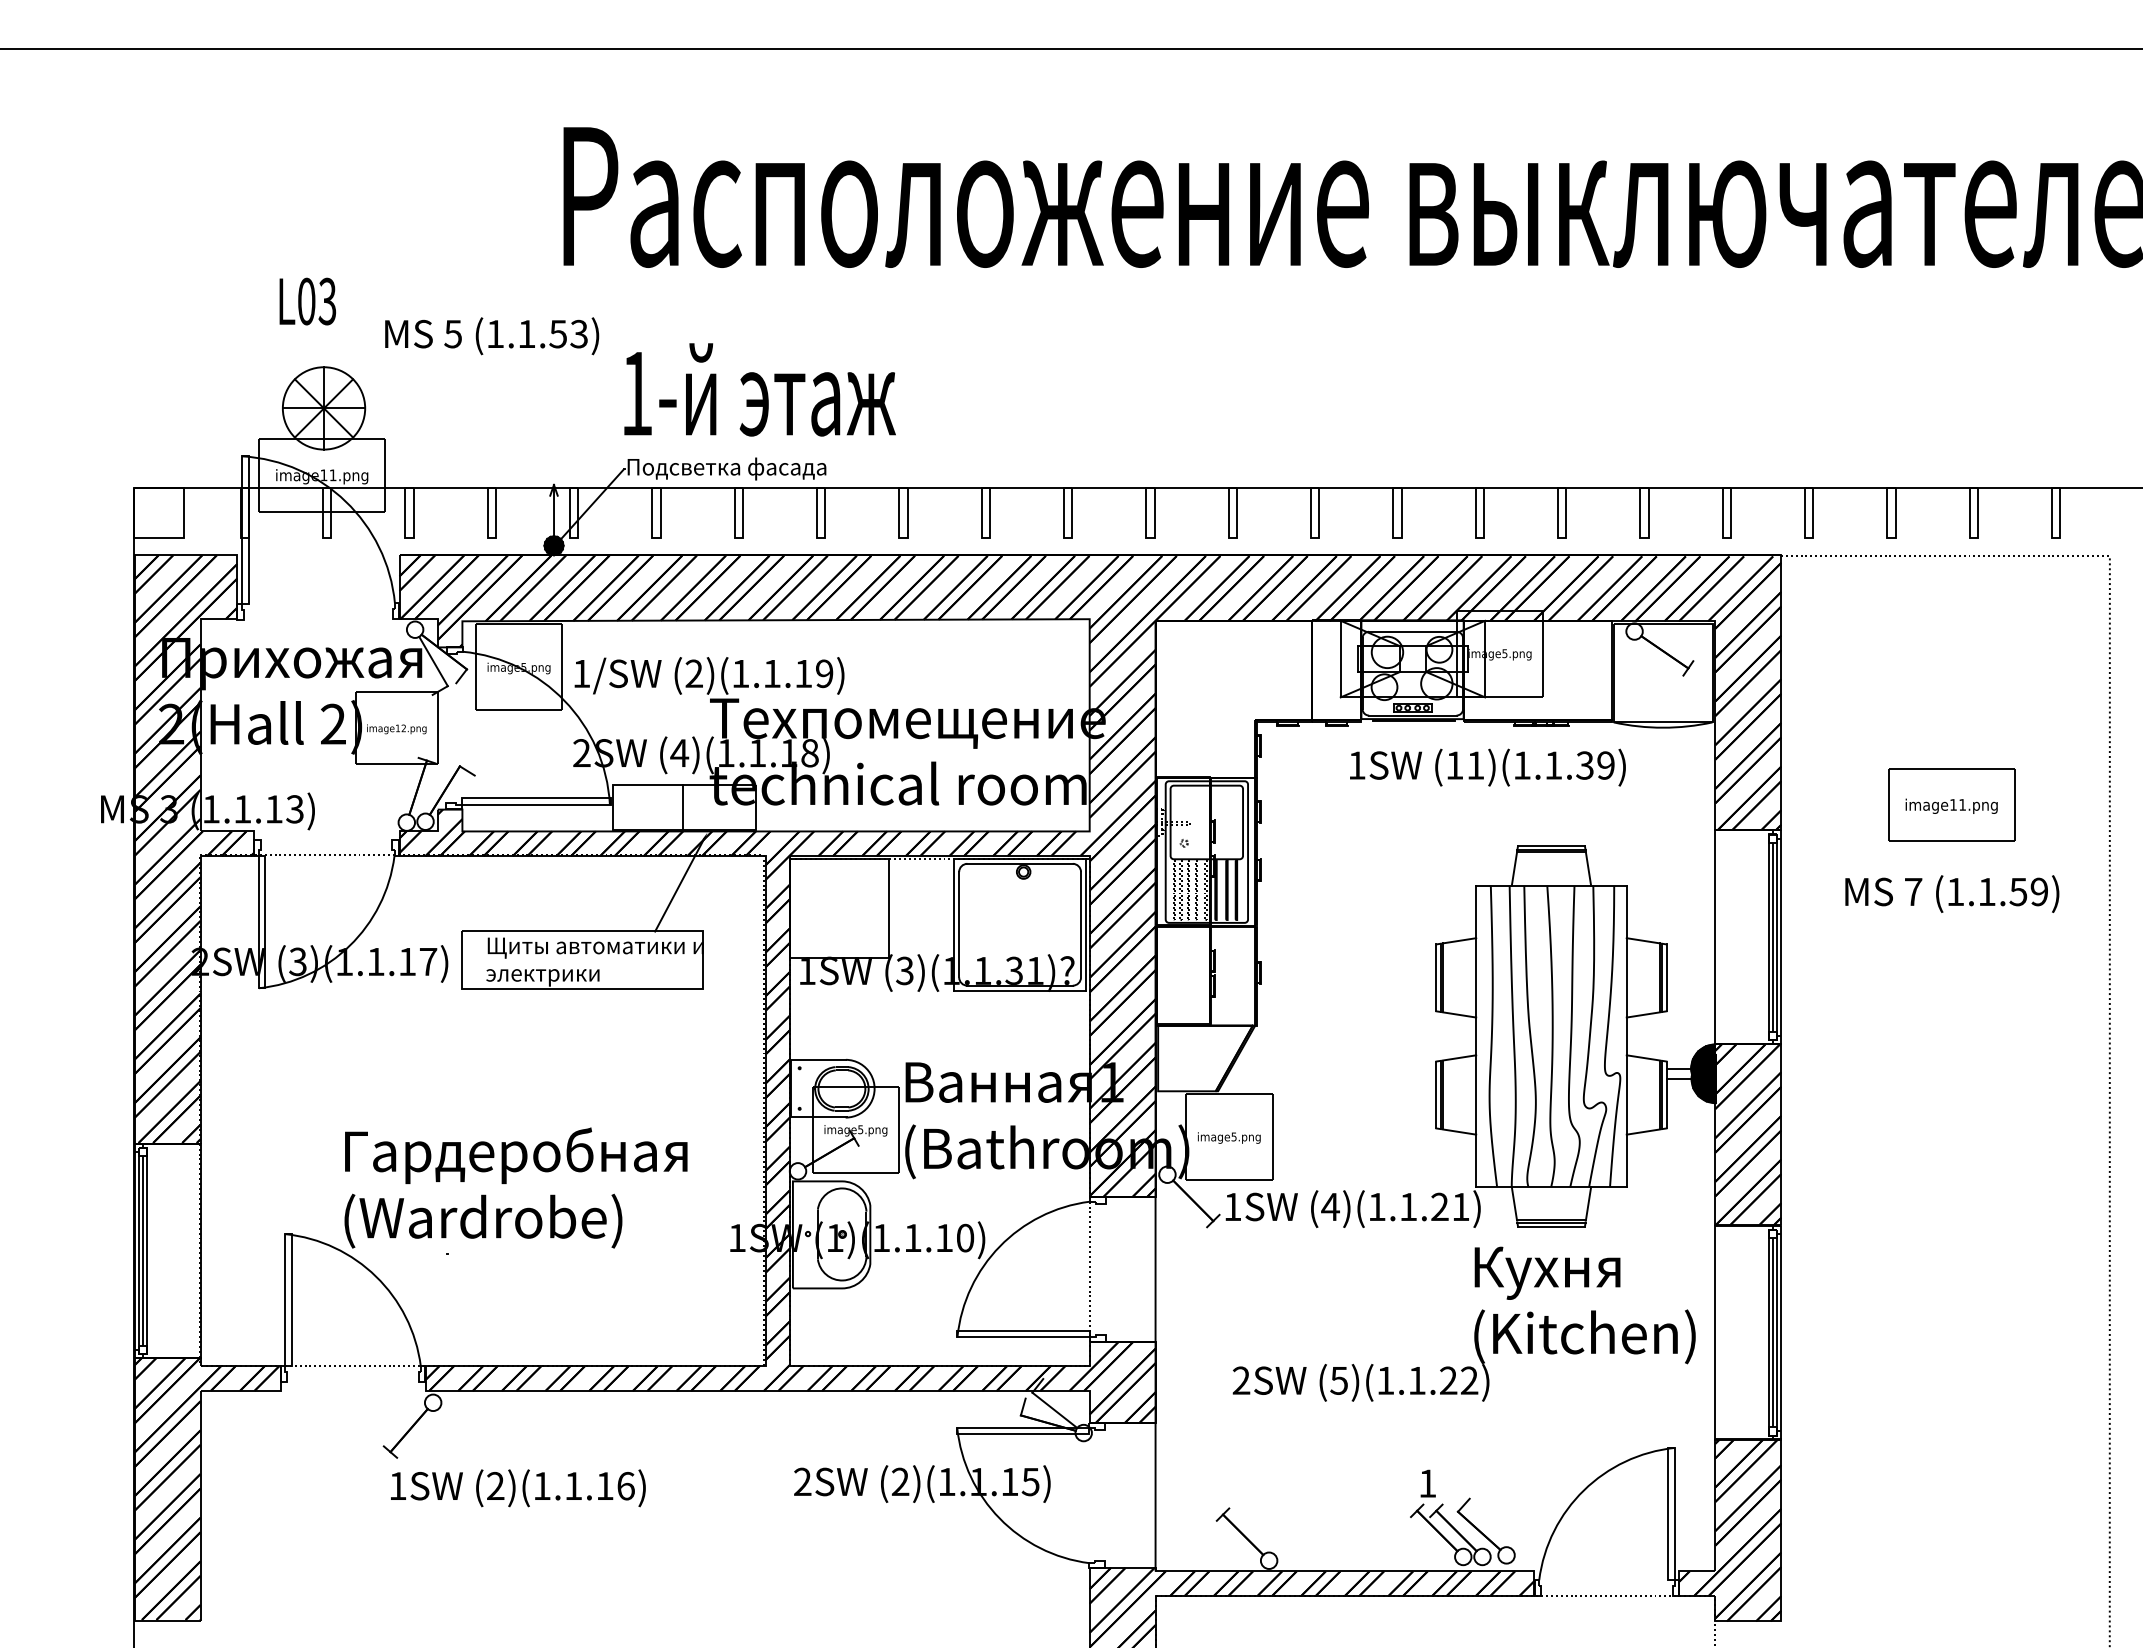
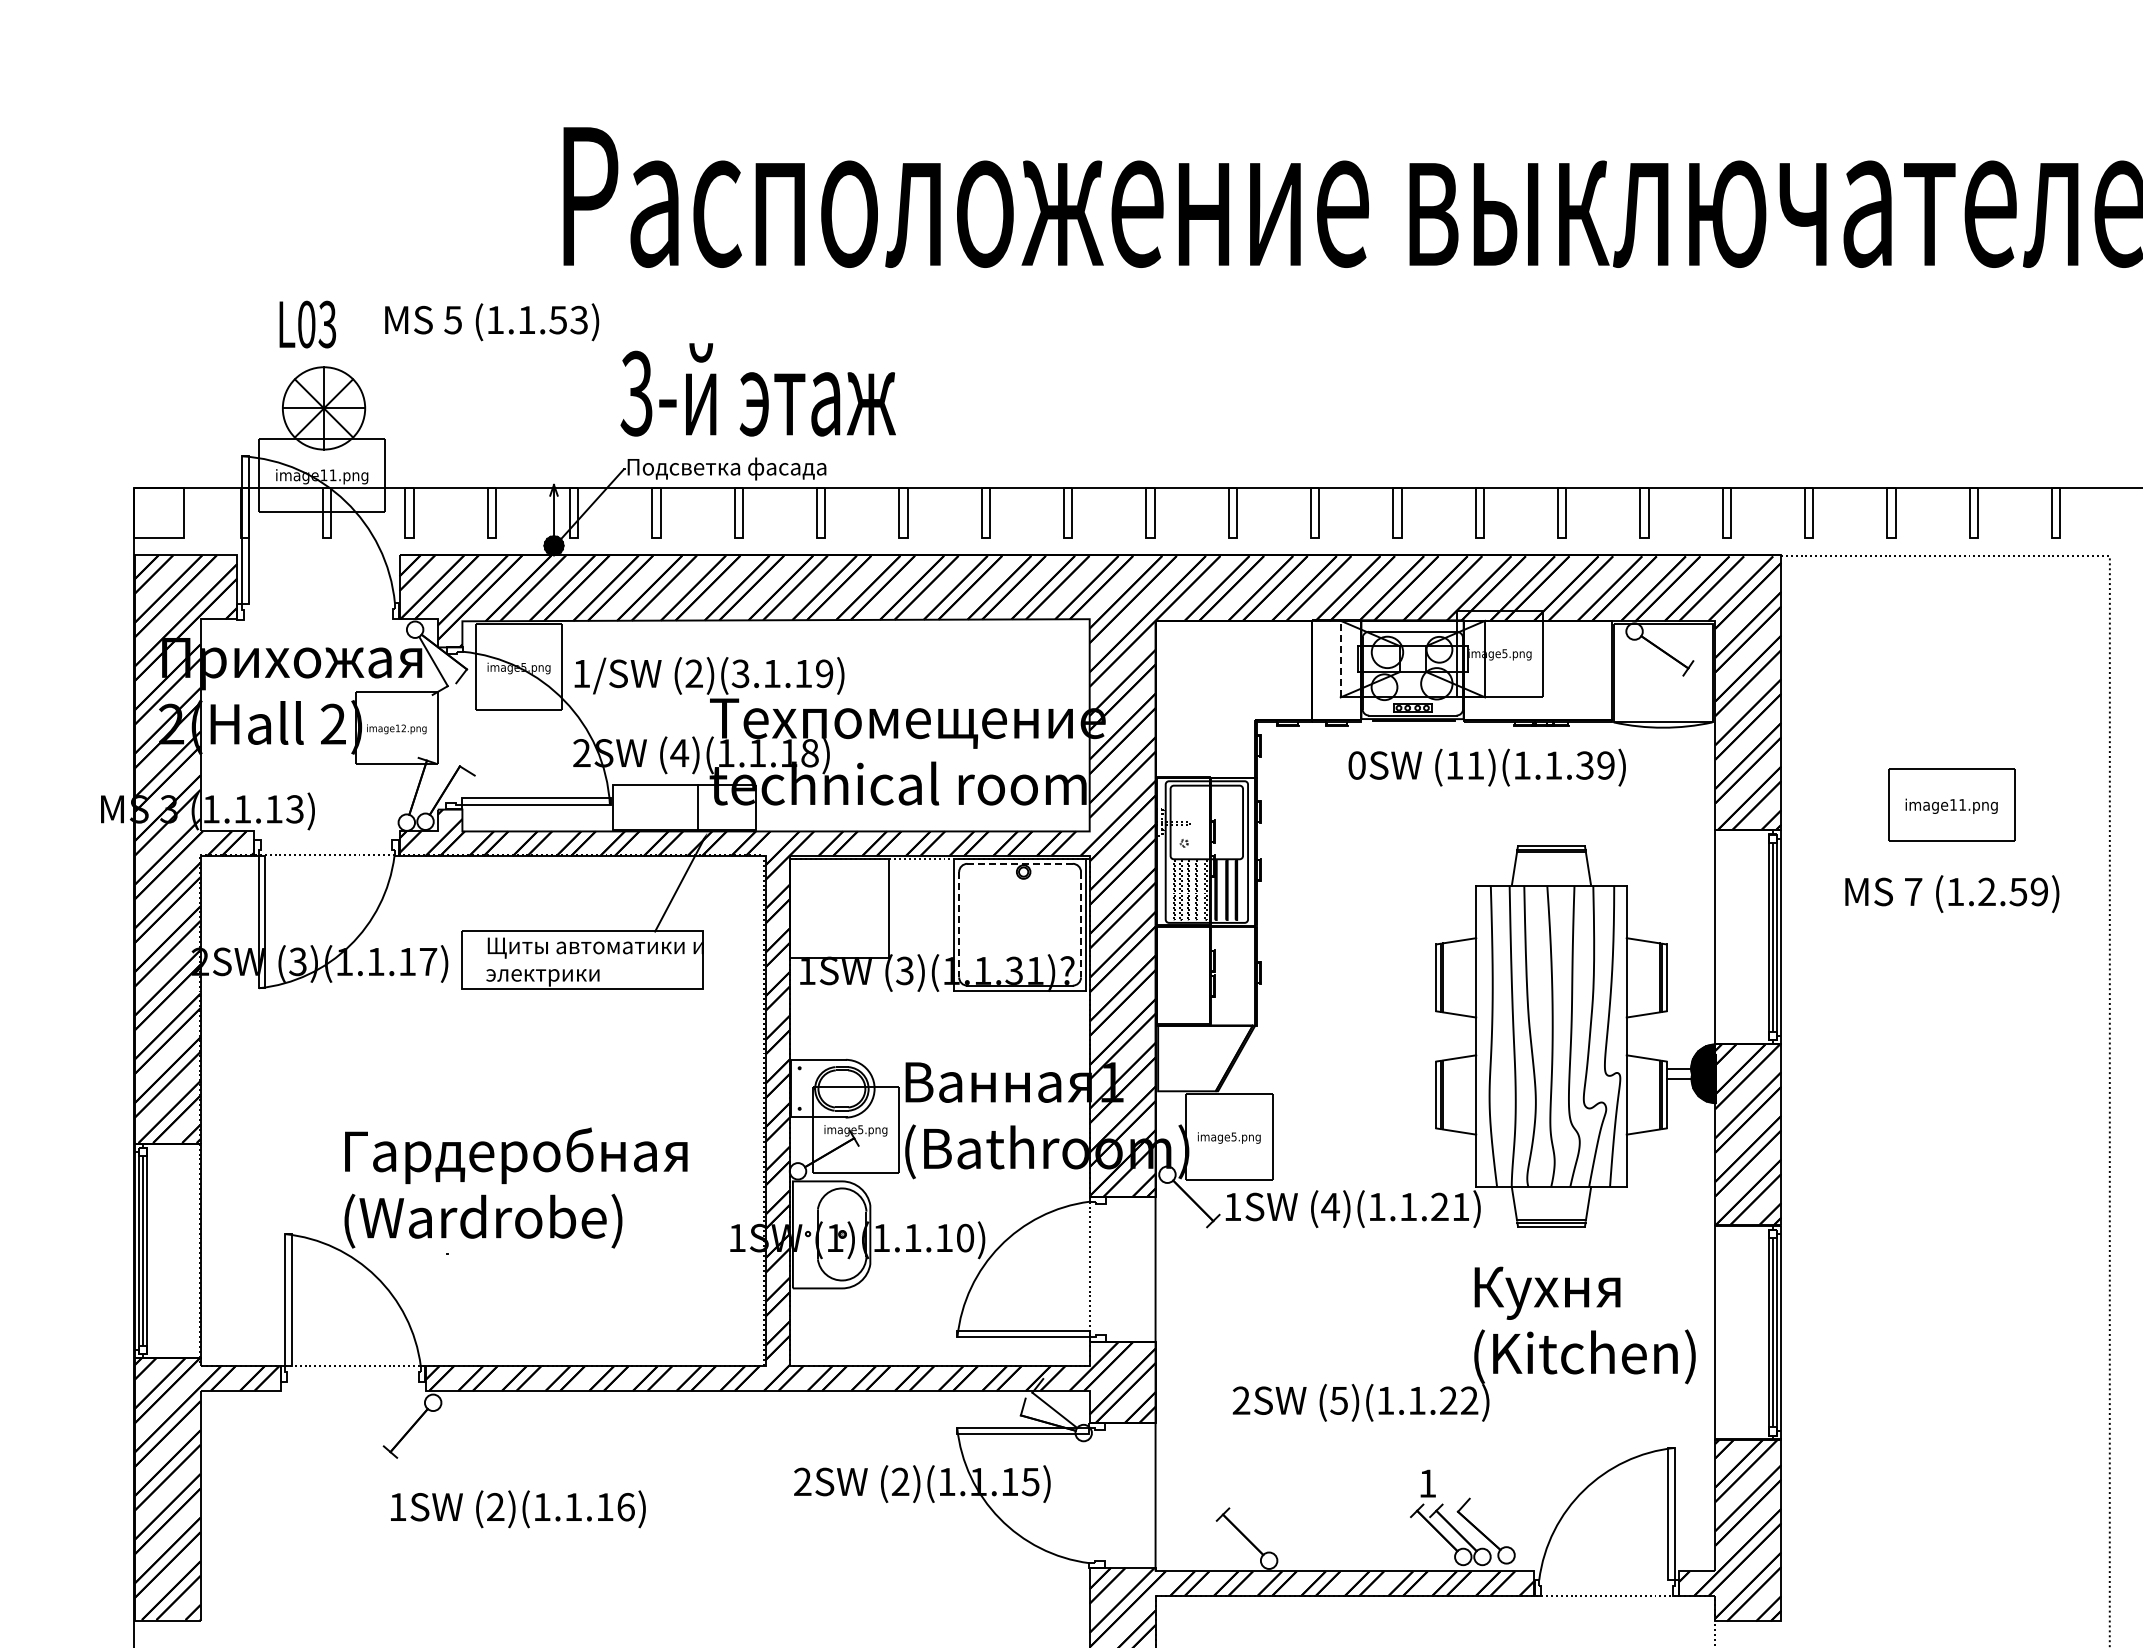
line at (1070, 49): present -> none
text at (307, 301) position: (307, 301) -> (307, 324)
text at (492, 336) position: (492, 336) -> (492, 322)
text at (636, 393): 1- -> 3-
line at (1340, 658): solid -> dashed
text at (740, 673): (2)(1.1.19) -> (2)(3.1.19)
text at (1356, 765): 1SW -> 0SW
line at (683, 806) position: (683, 806) -> (698, 806)
line at (1020, 863): solid -> dashed
text at (1986, 891): (1.1.59) -> (1.2.59)
line at (959, 924): solid -> dashed
line at (1081, 924): solid -> dashed
text at (1463, 1323) position: (1463, 1323) -> (1463, 1343)
text at (518, 1488) position: (518, 1488) -> (518, 1509)
